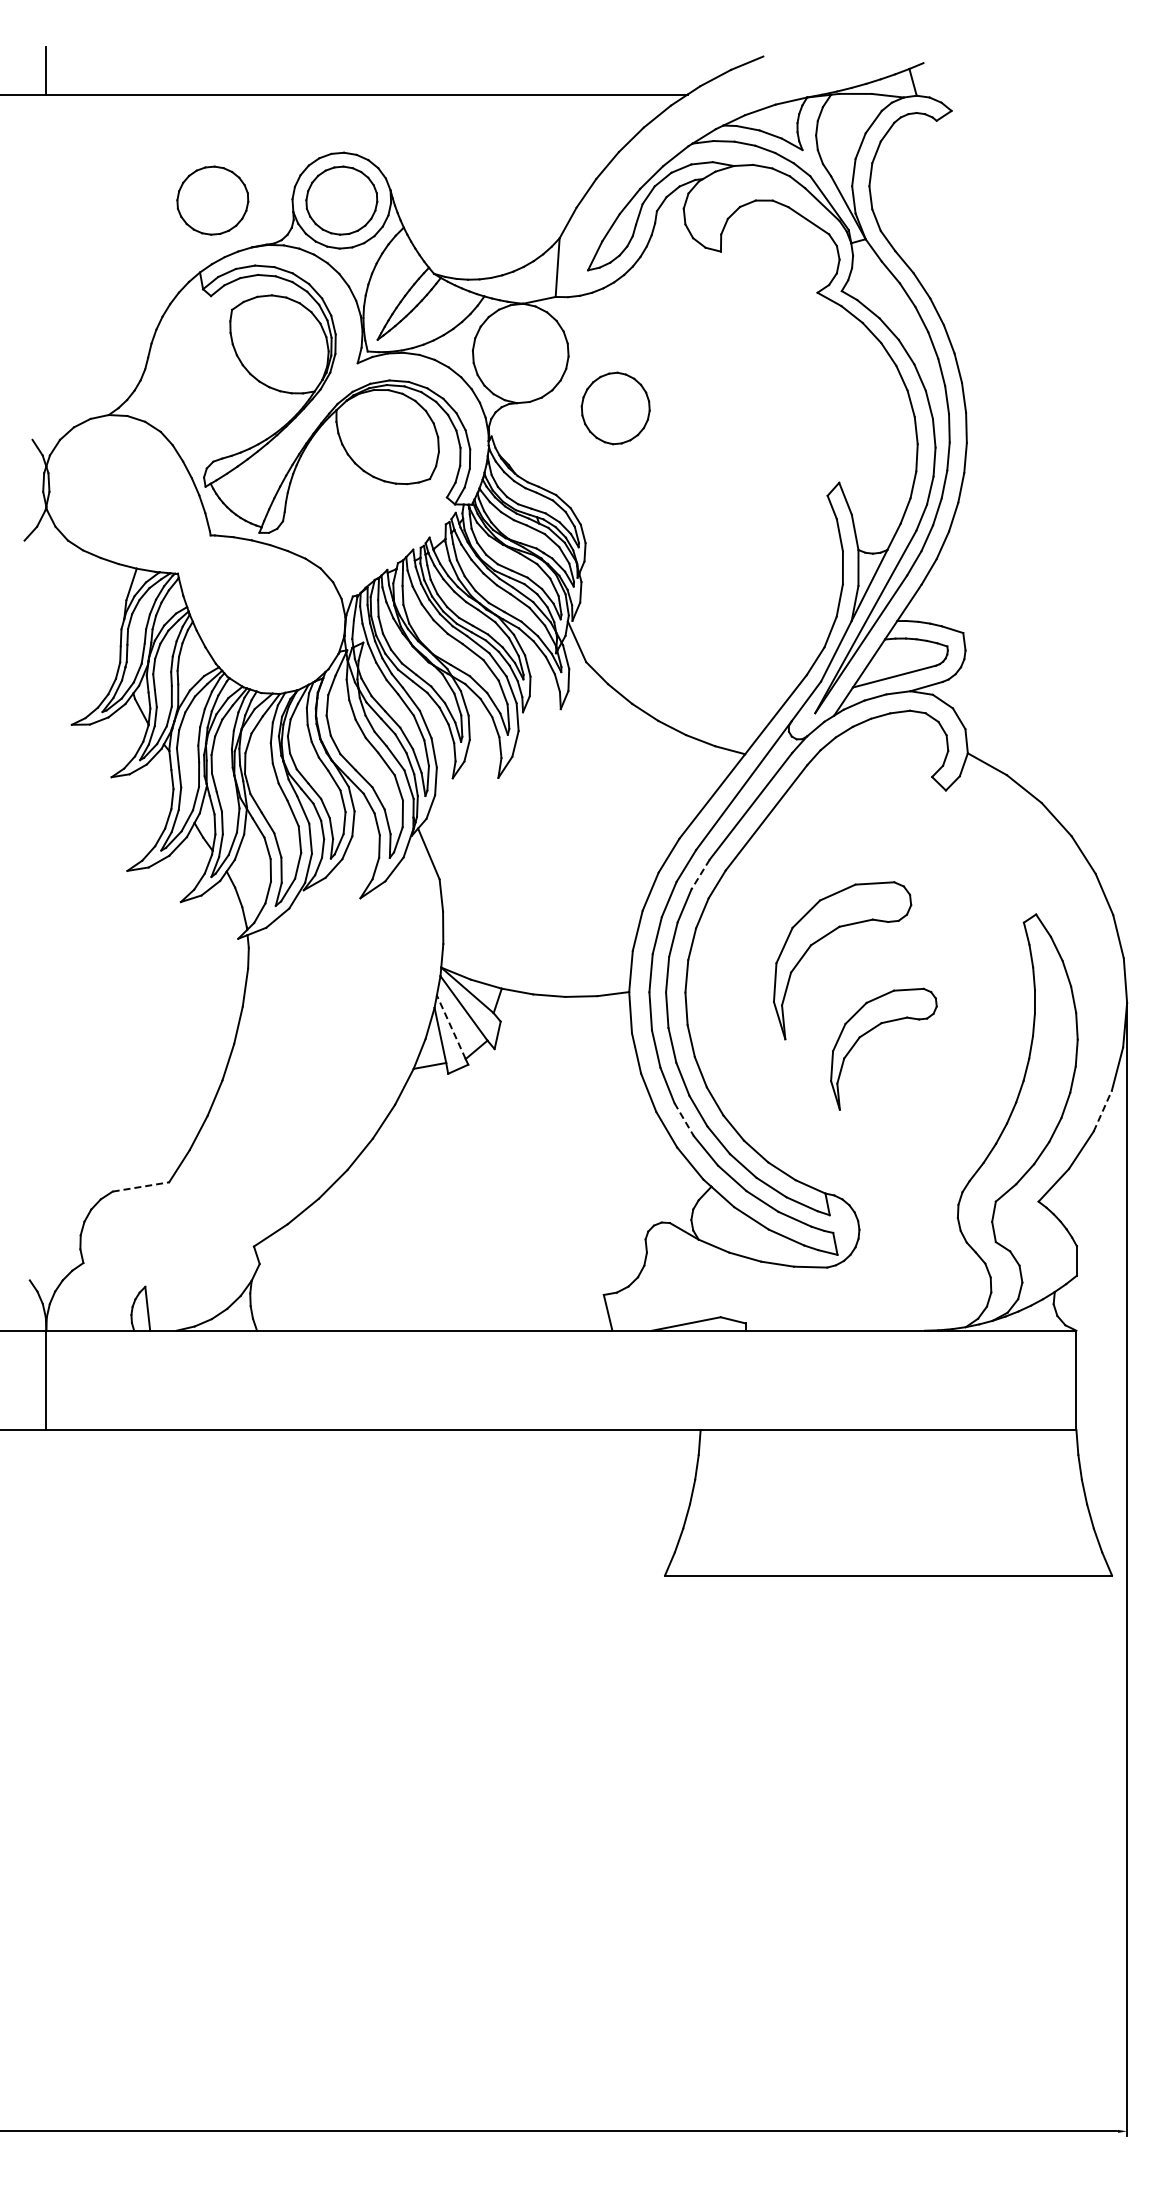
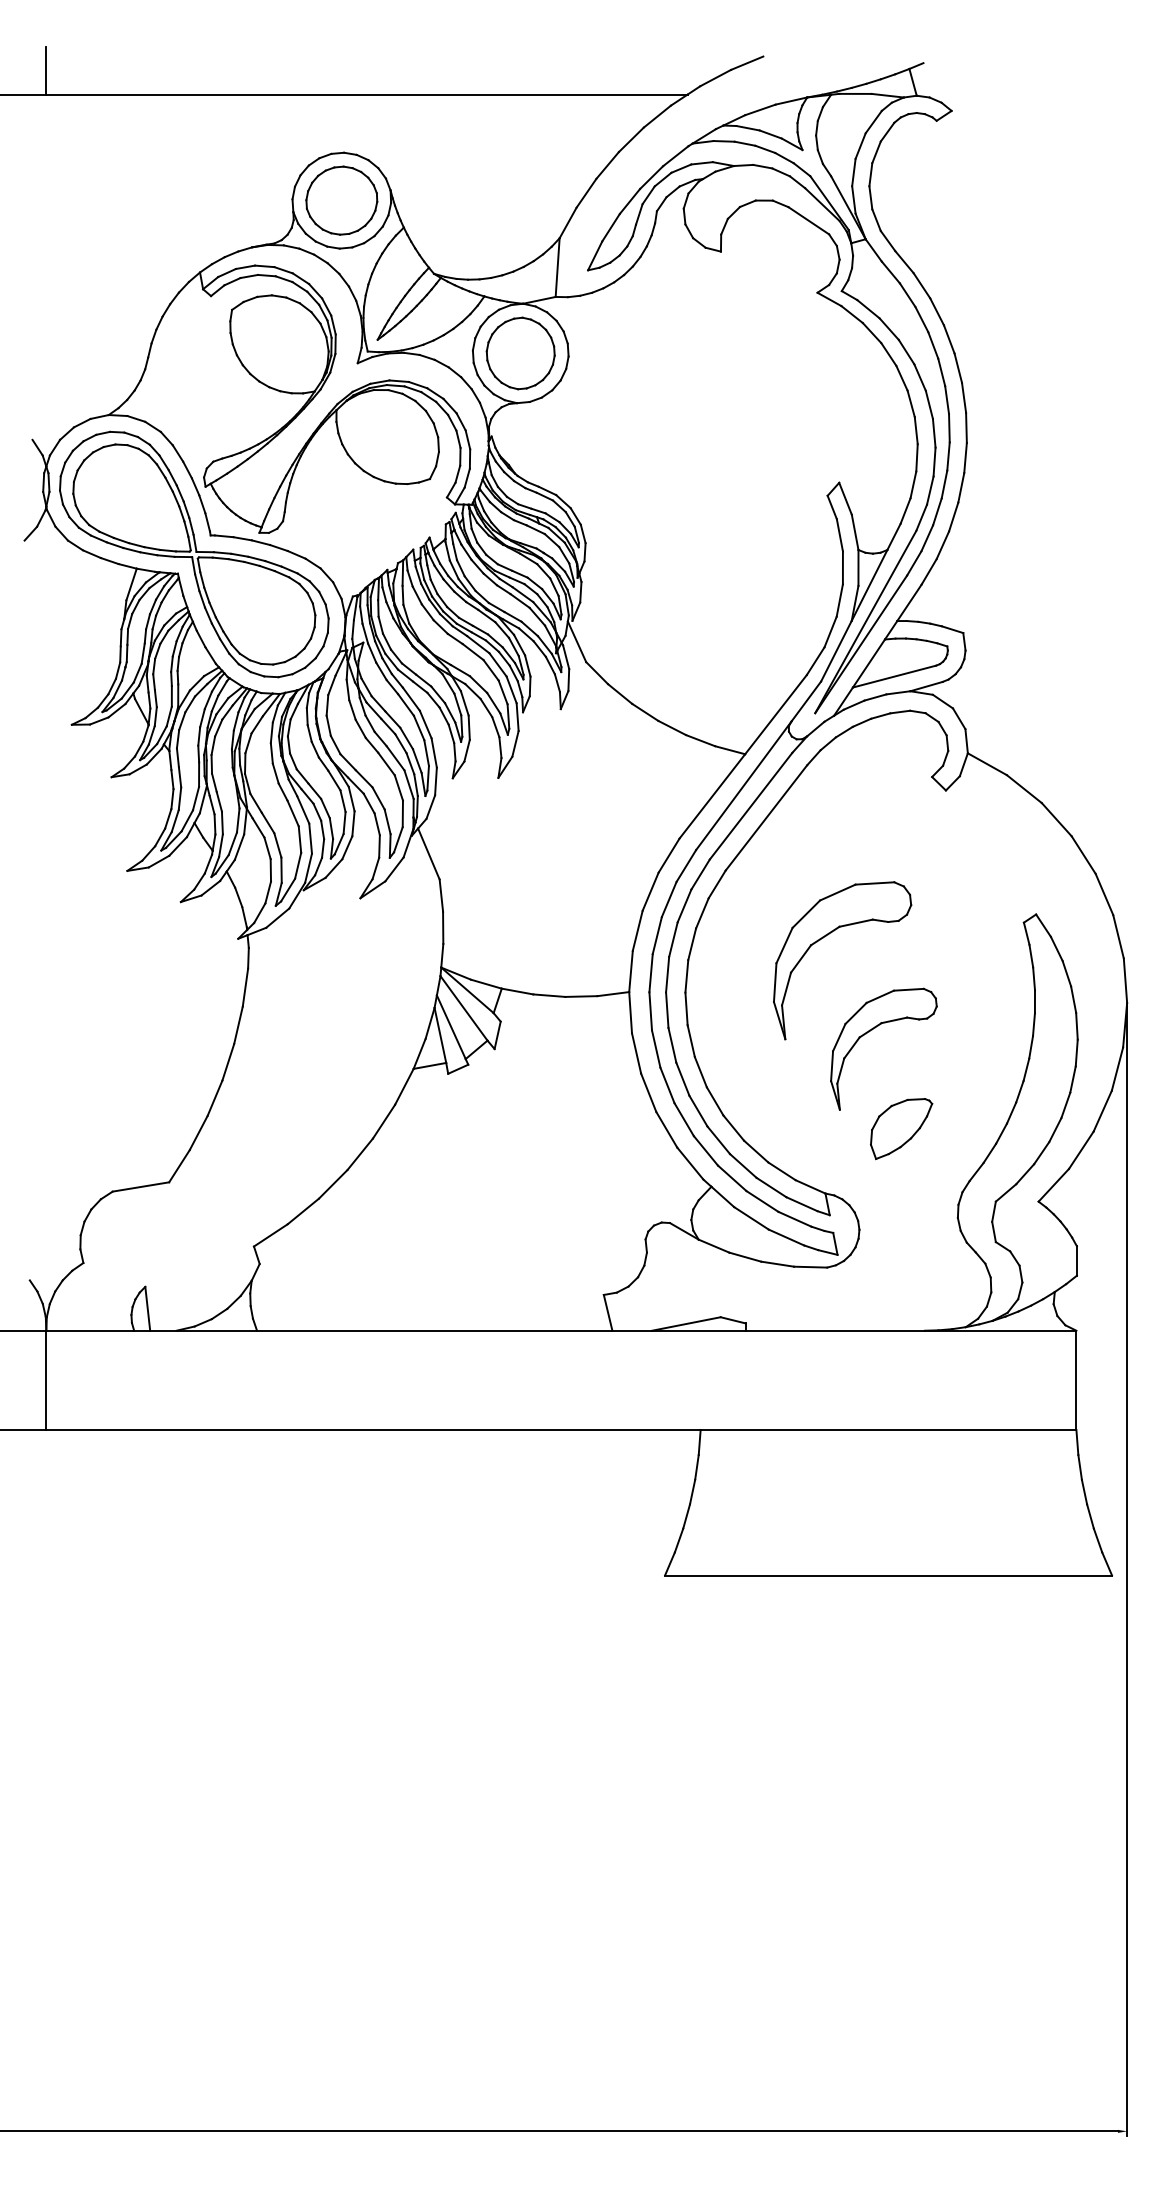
part at (212, 200): present -> none
part at (615, 408) position: (615, 408) -> (520, 353)
part at (194, 554): none -> present
line at (700, 874): dashed -> solid
line at (451, 1027): dashed -> solid
line at (1102, 1110): dashed -> solid
line at (684, 1120): dashed -> solid
part at (901, 1129): none -> present
line at (140, 1186): dashed -> solid
